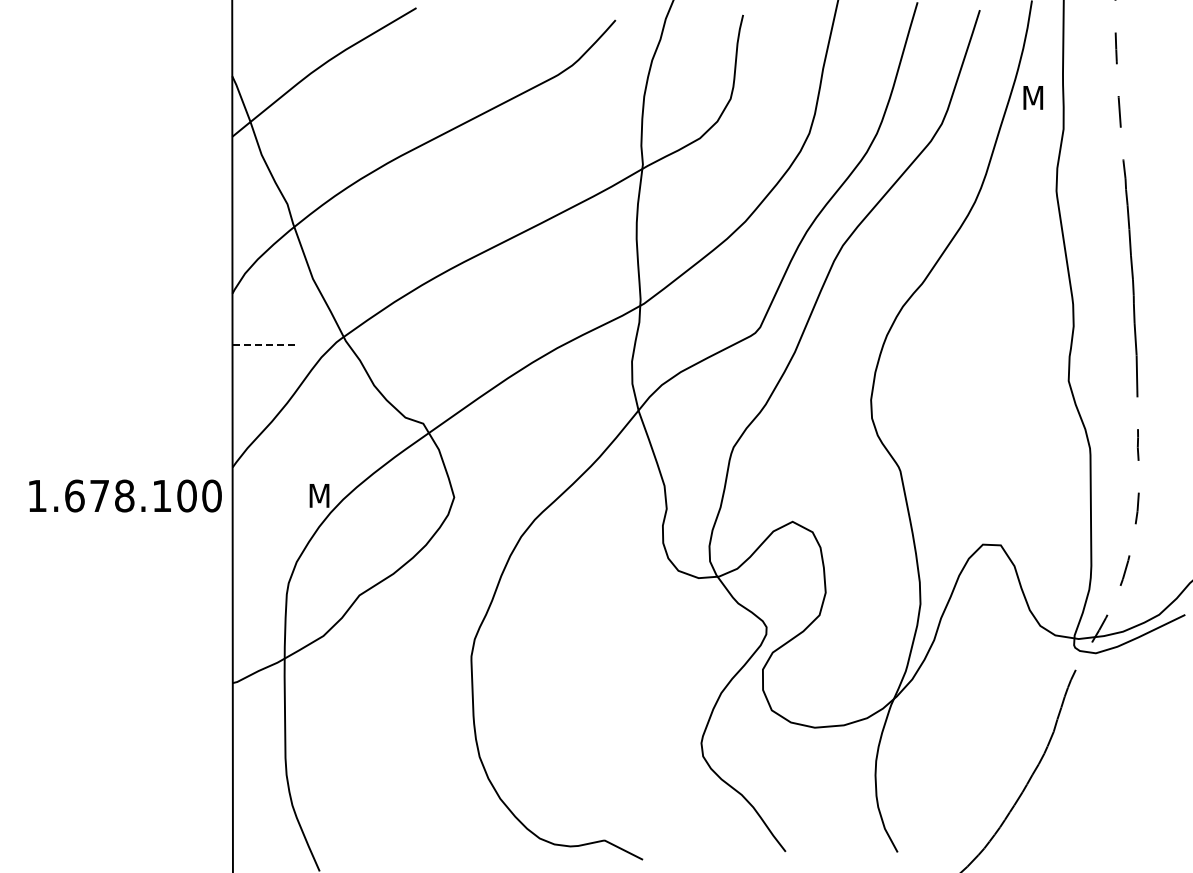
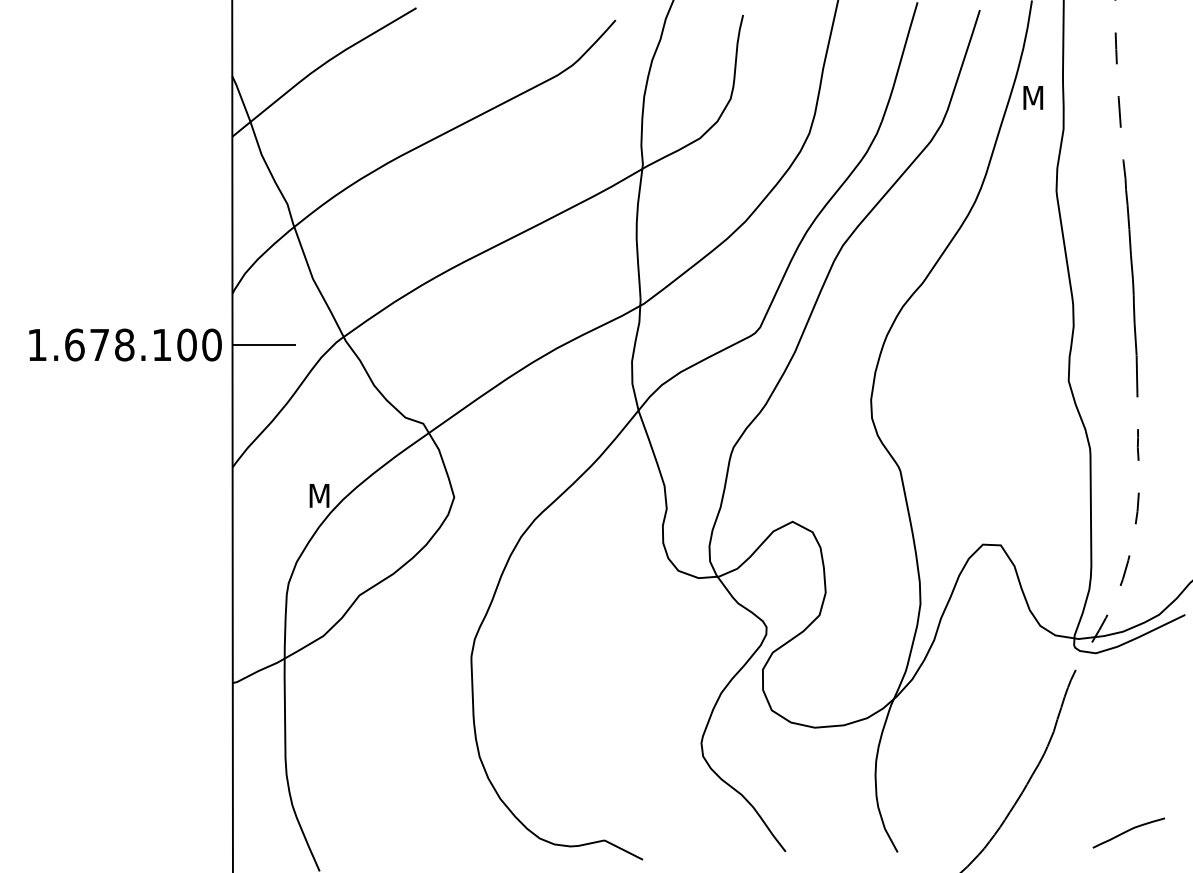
line at (264, 345): dashed -> solid
text at (125, 495) position: (125, 495) -> (125, 344)
curve at (1128, 831): none -> present
